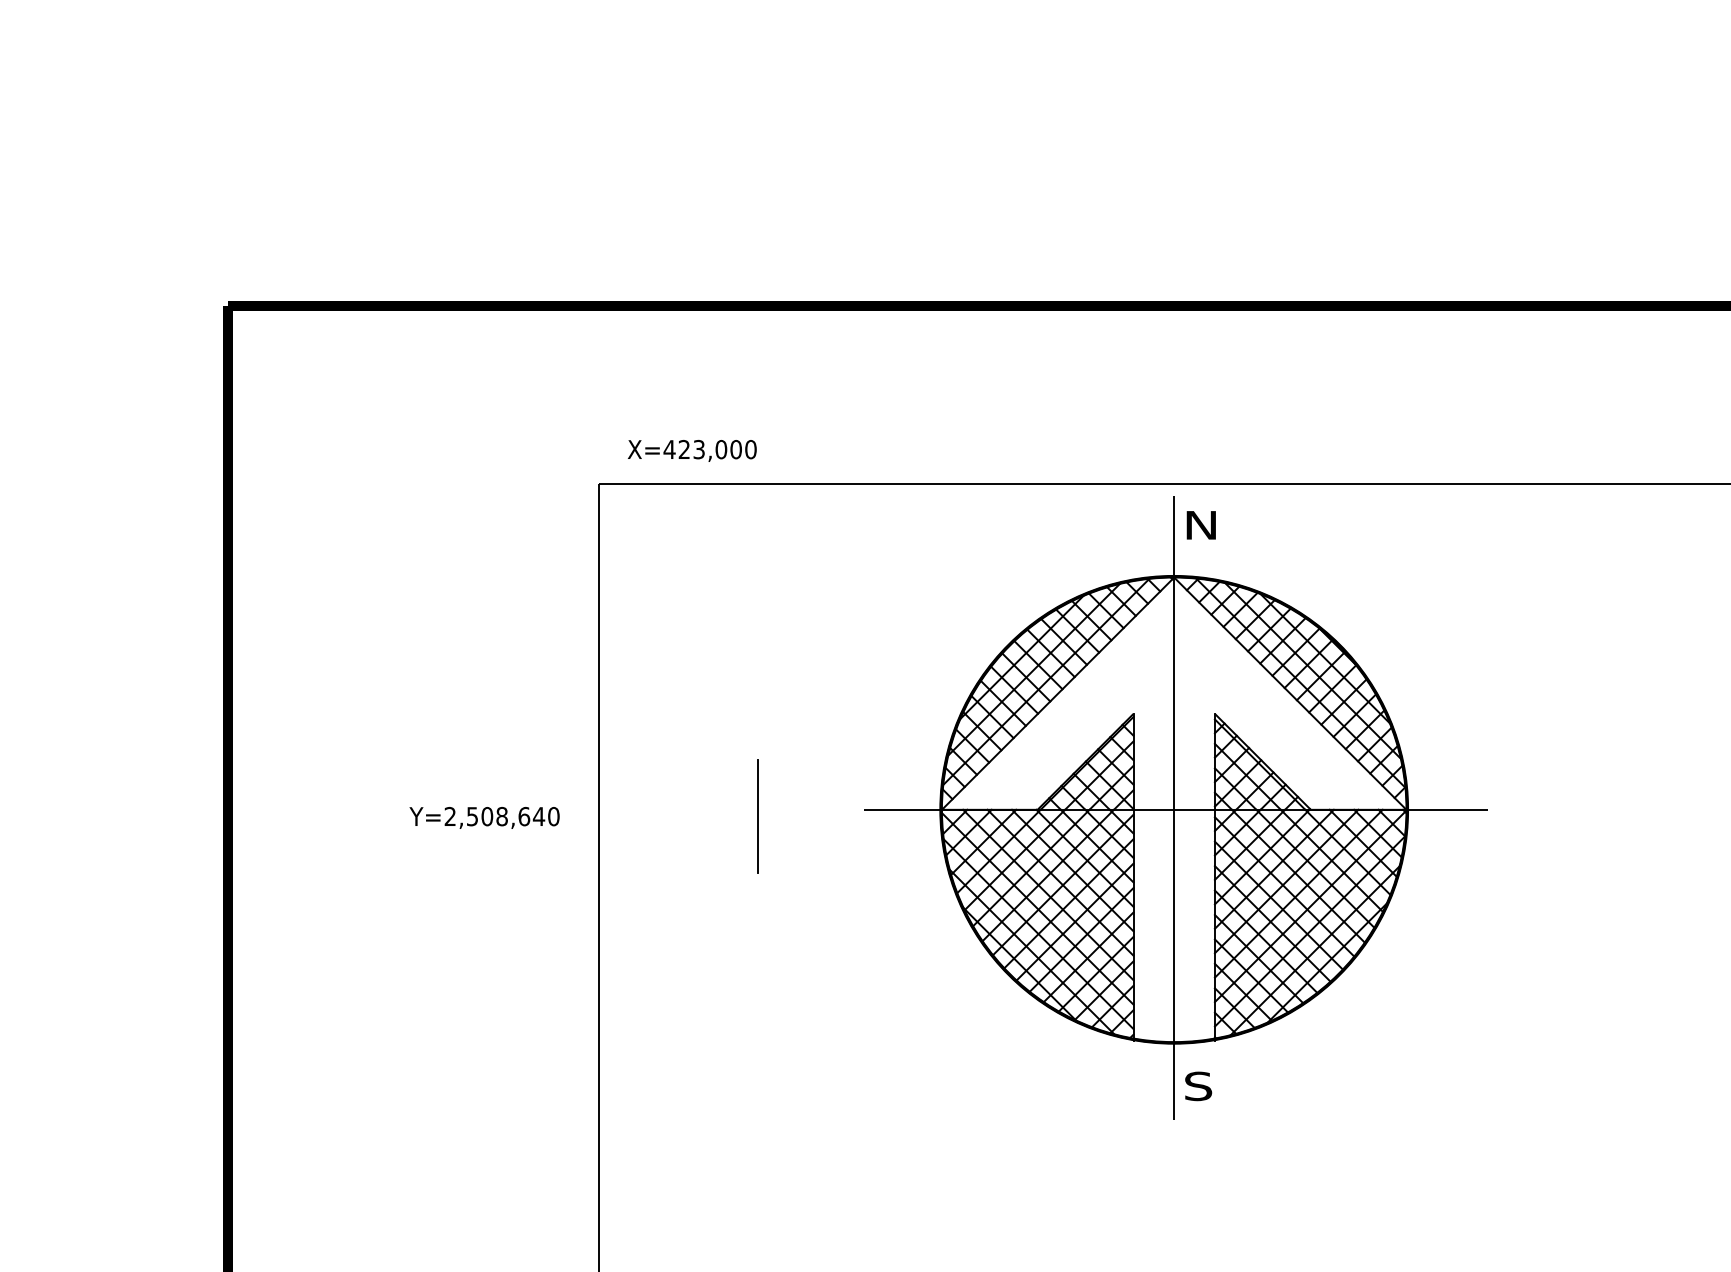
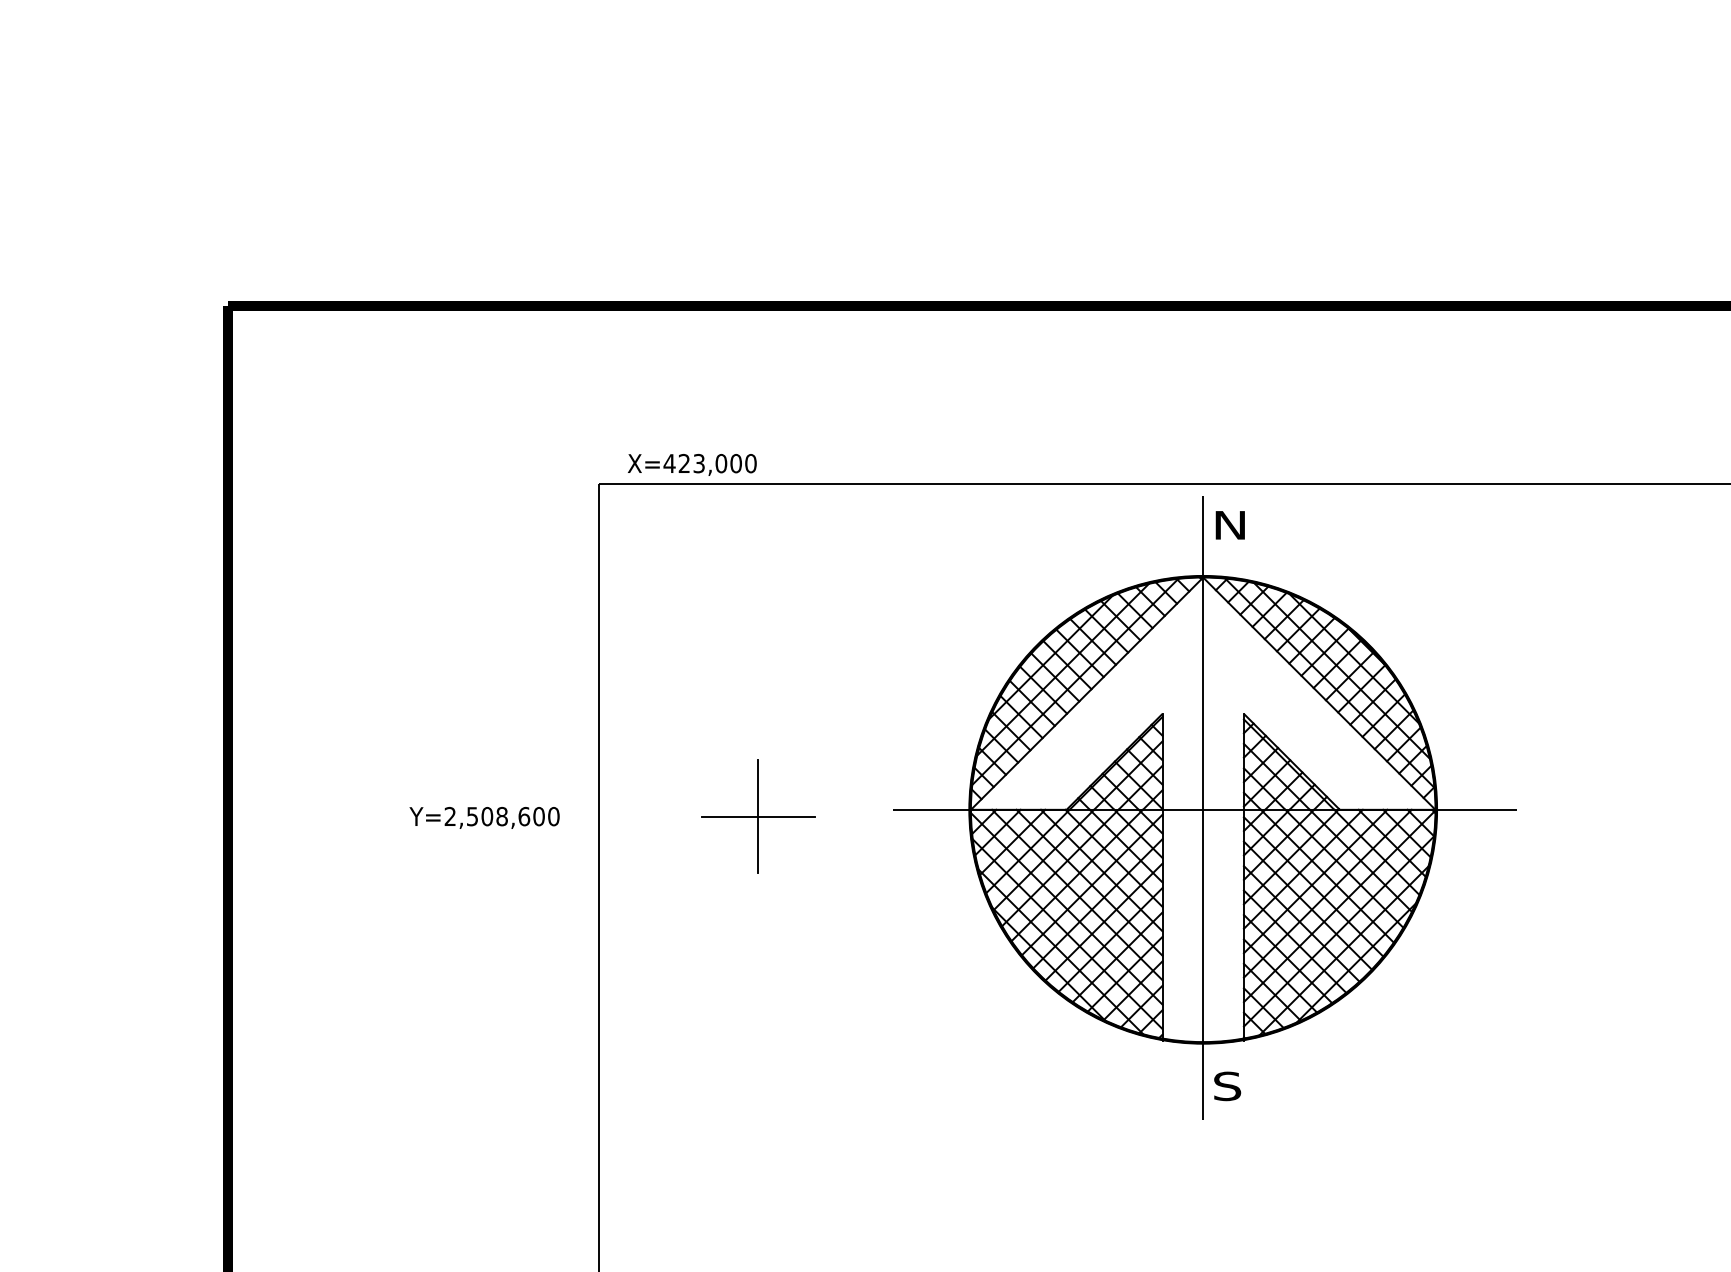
text at (692, 450) position: (692, 450) -> (692, 464)
part at (1175, 807) position: (1175, 807) -> (1204, 807)
text at (538, 816): Y=2,508,640 -> Y=2,508,600
line at (757, 816): none -> present
